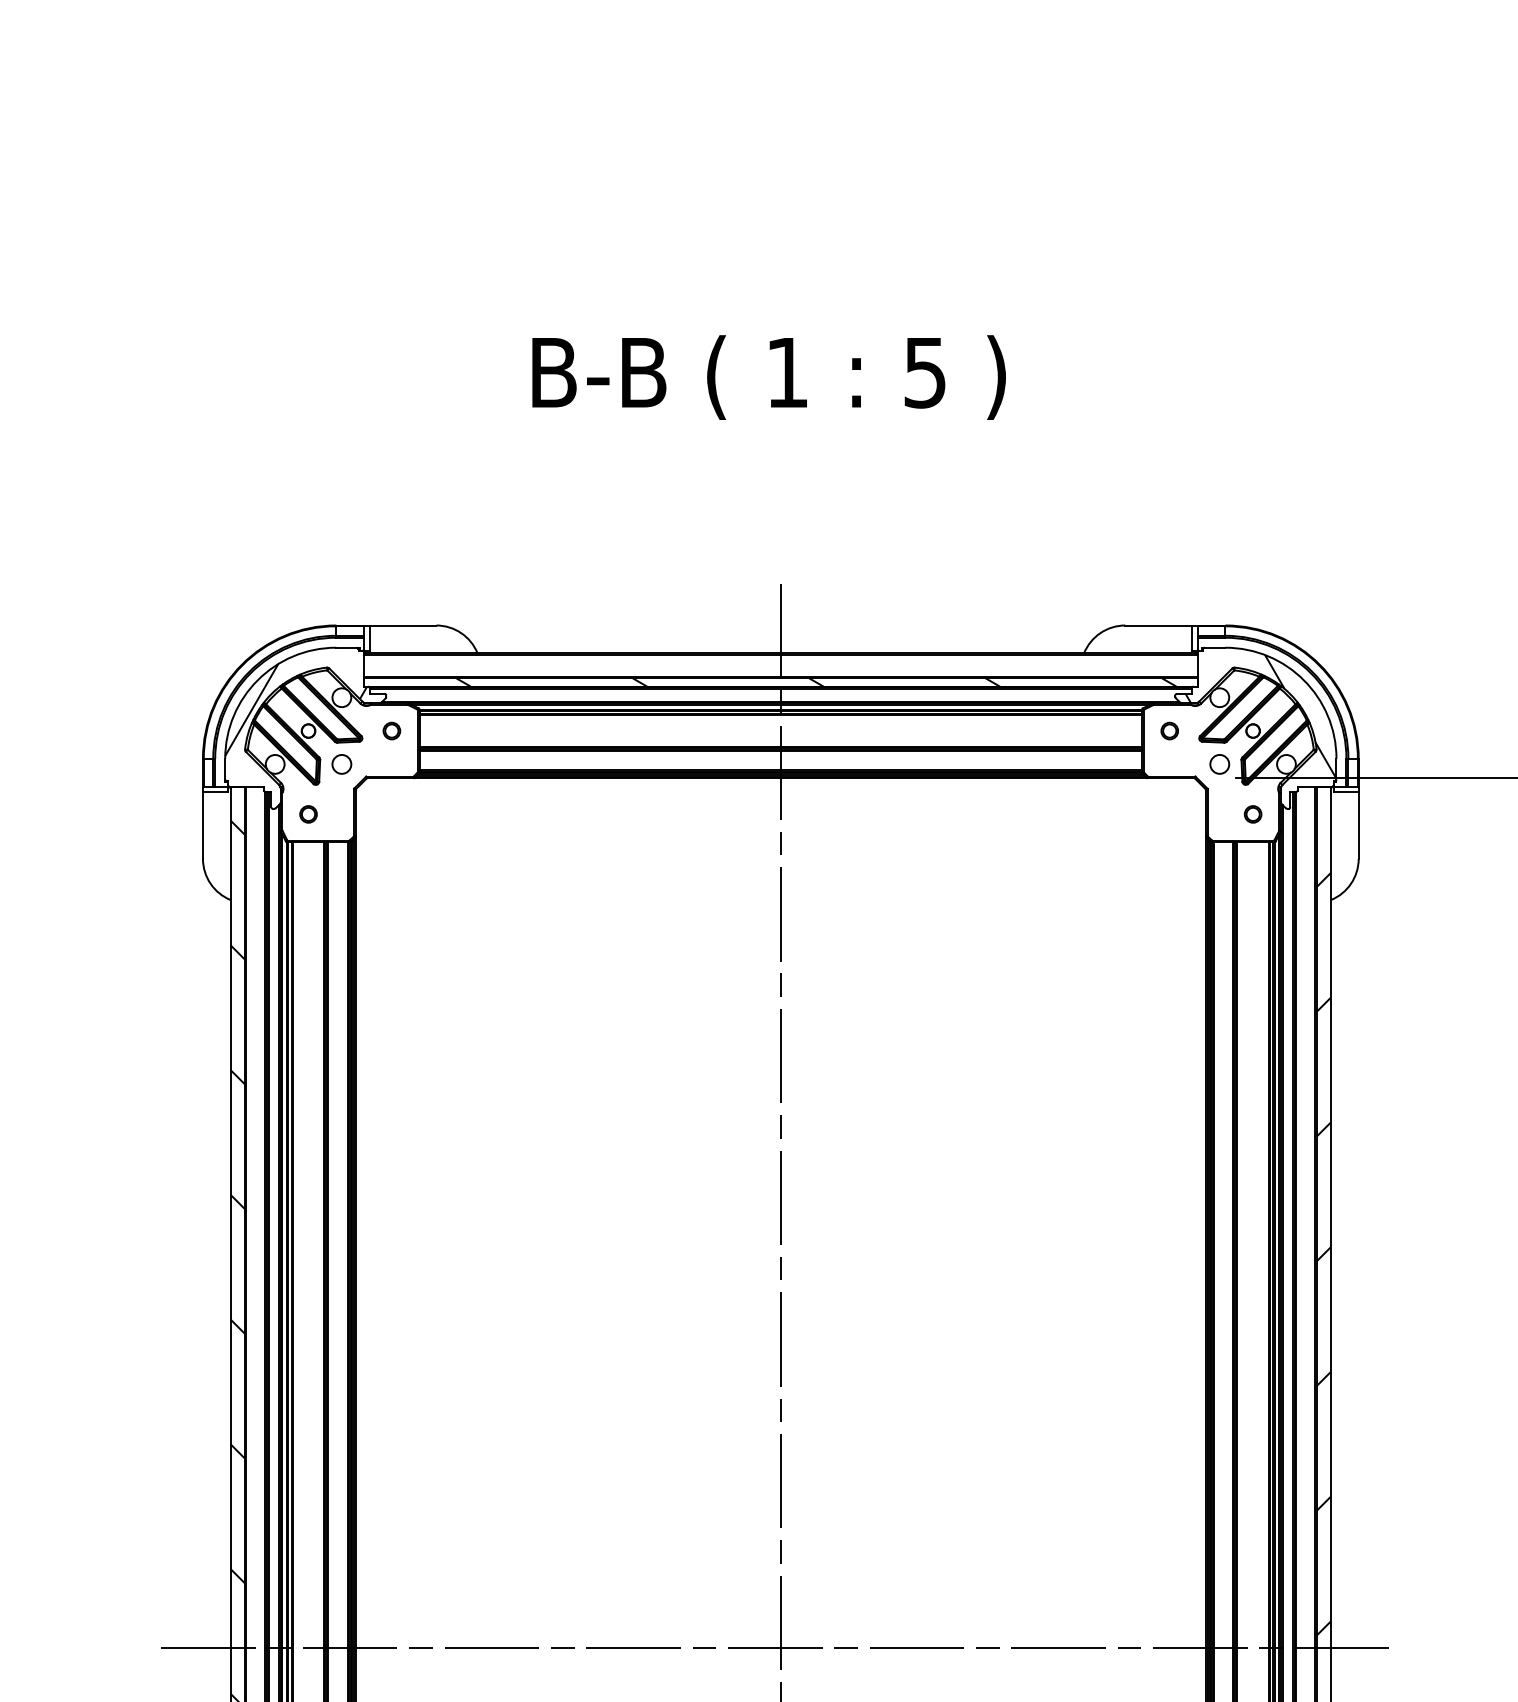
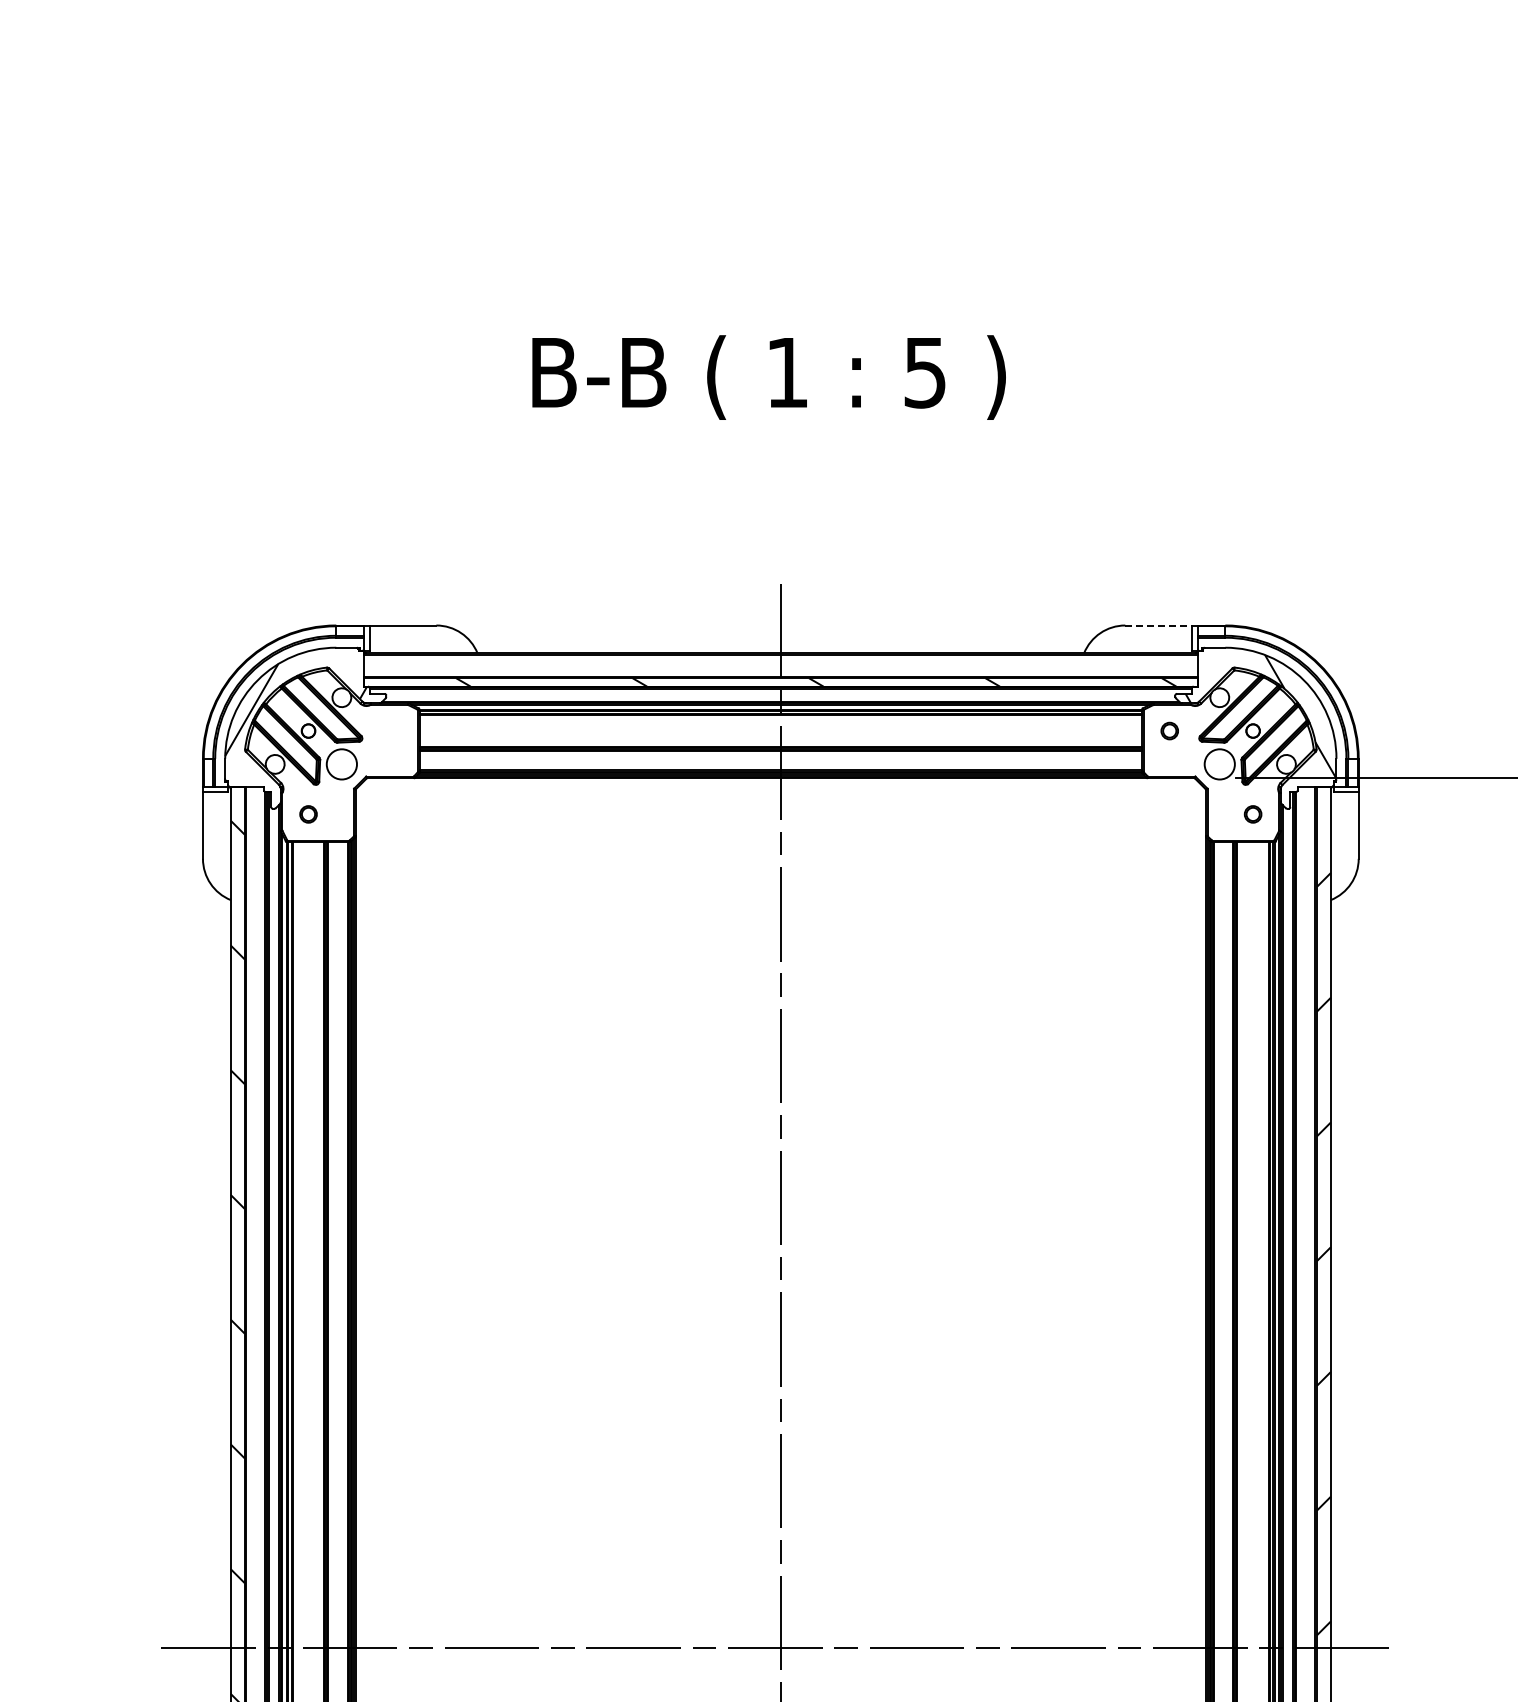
line at (1159, 625): solid -> dashed
part at (391, 730): present -> none
circle at (341, 763) diameter: 19 px -> 30 px
circle at (1219, 763) diameter: 19 px -> 30 px
